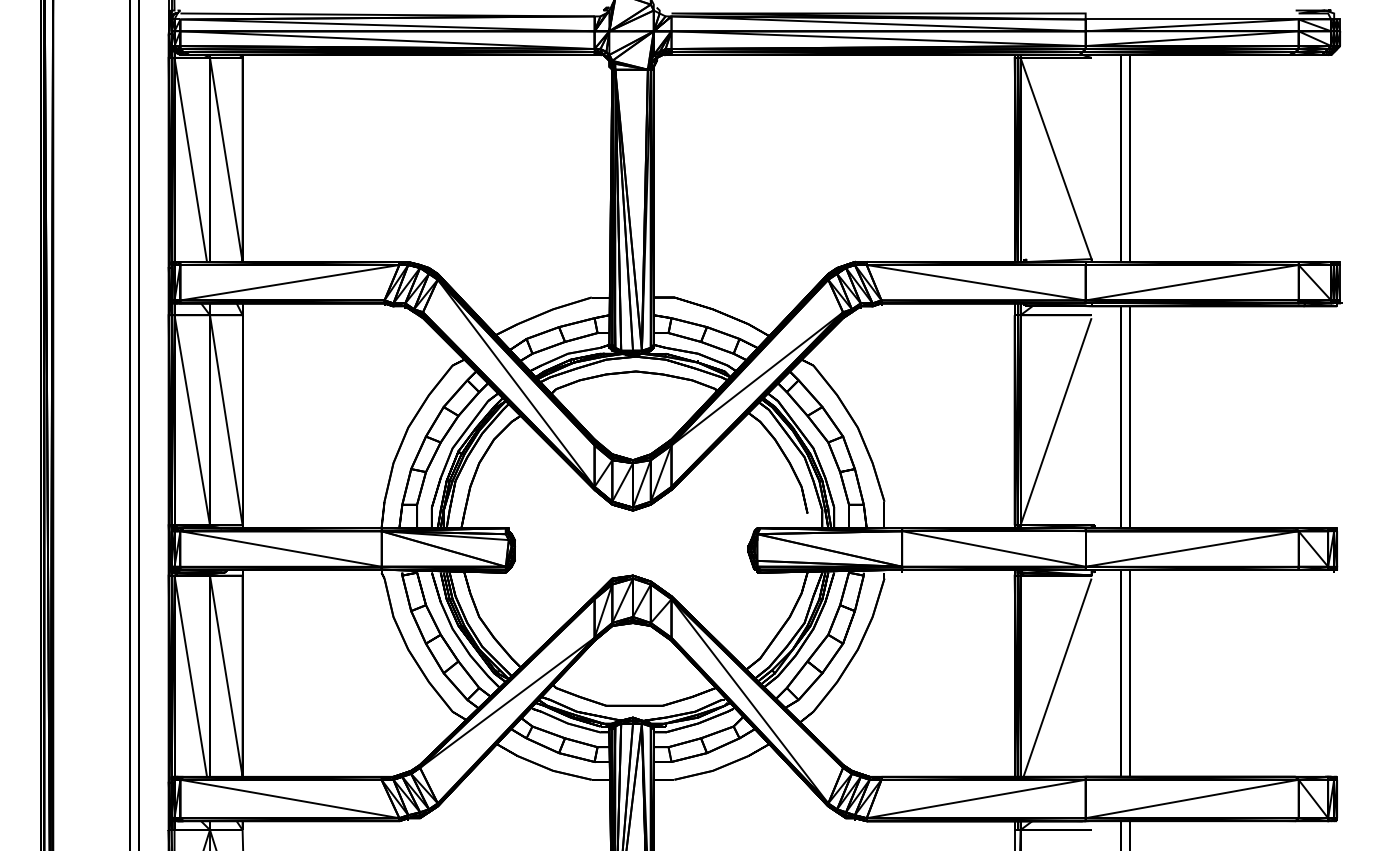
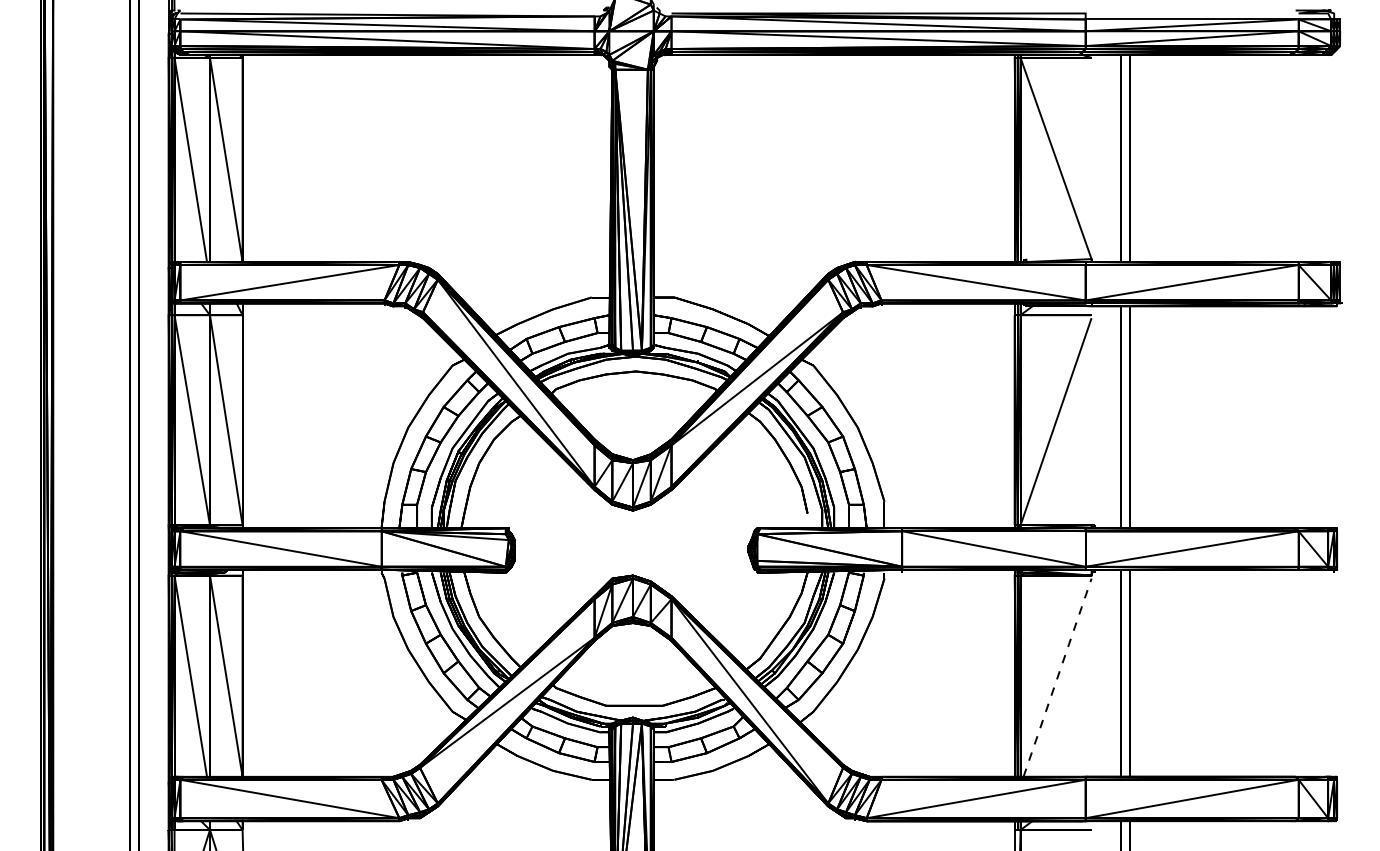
line at (1057, 677): solid -> dashed
